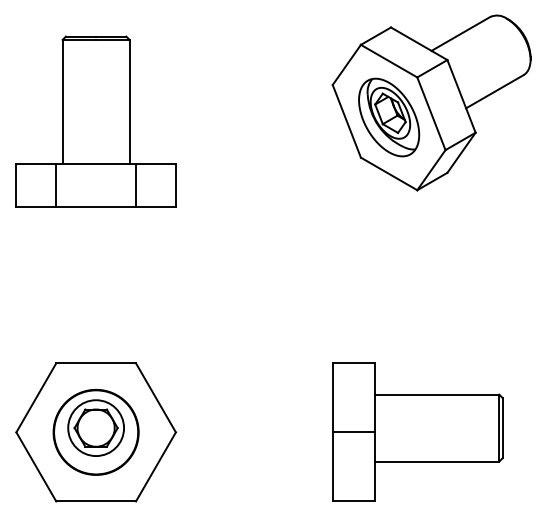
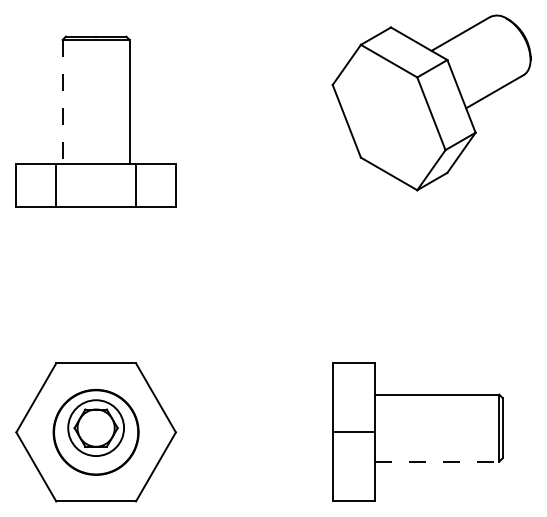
line at (62, 101): solid -> dashed
part at (389, 117): present -> none
line at (437, 461): solid -> dashed
